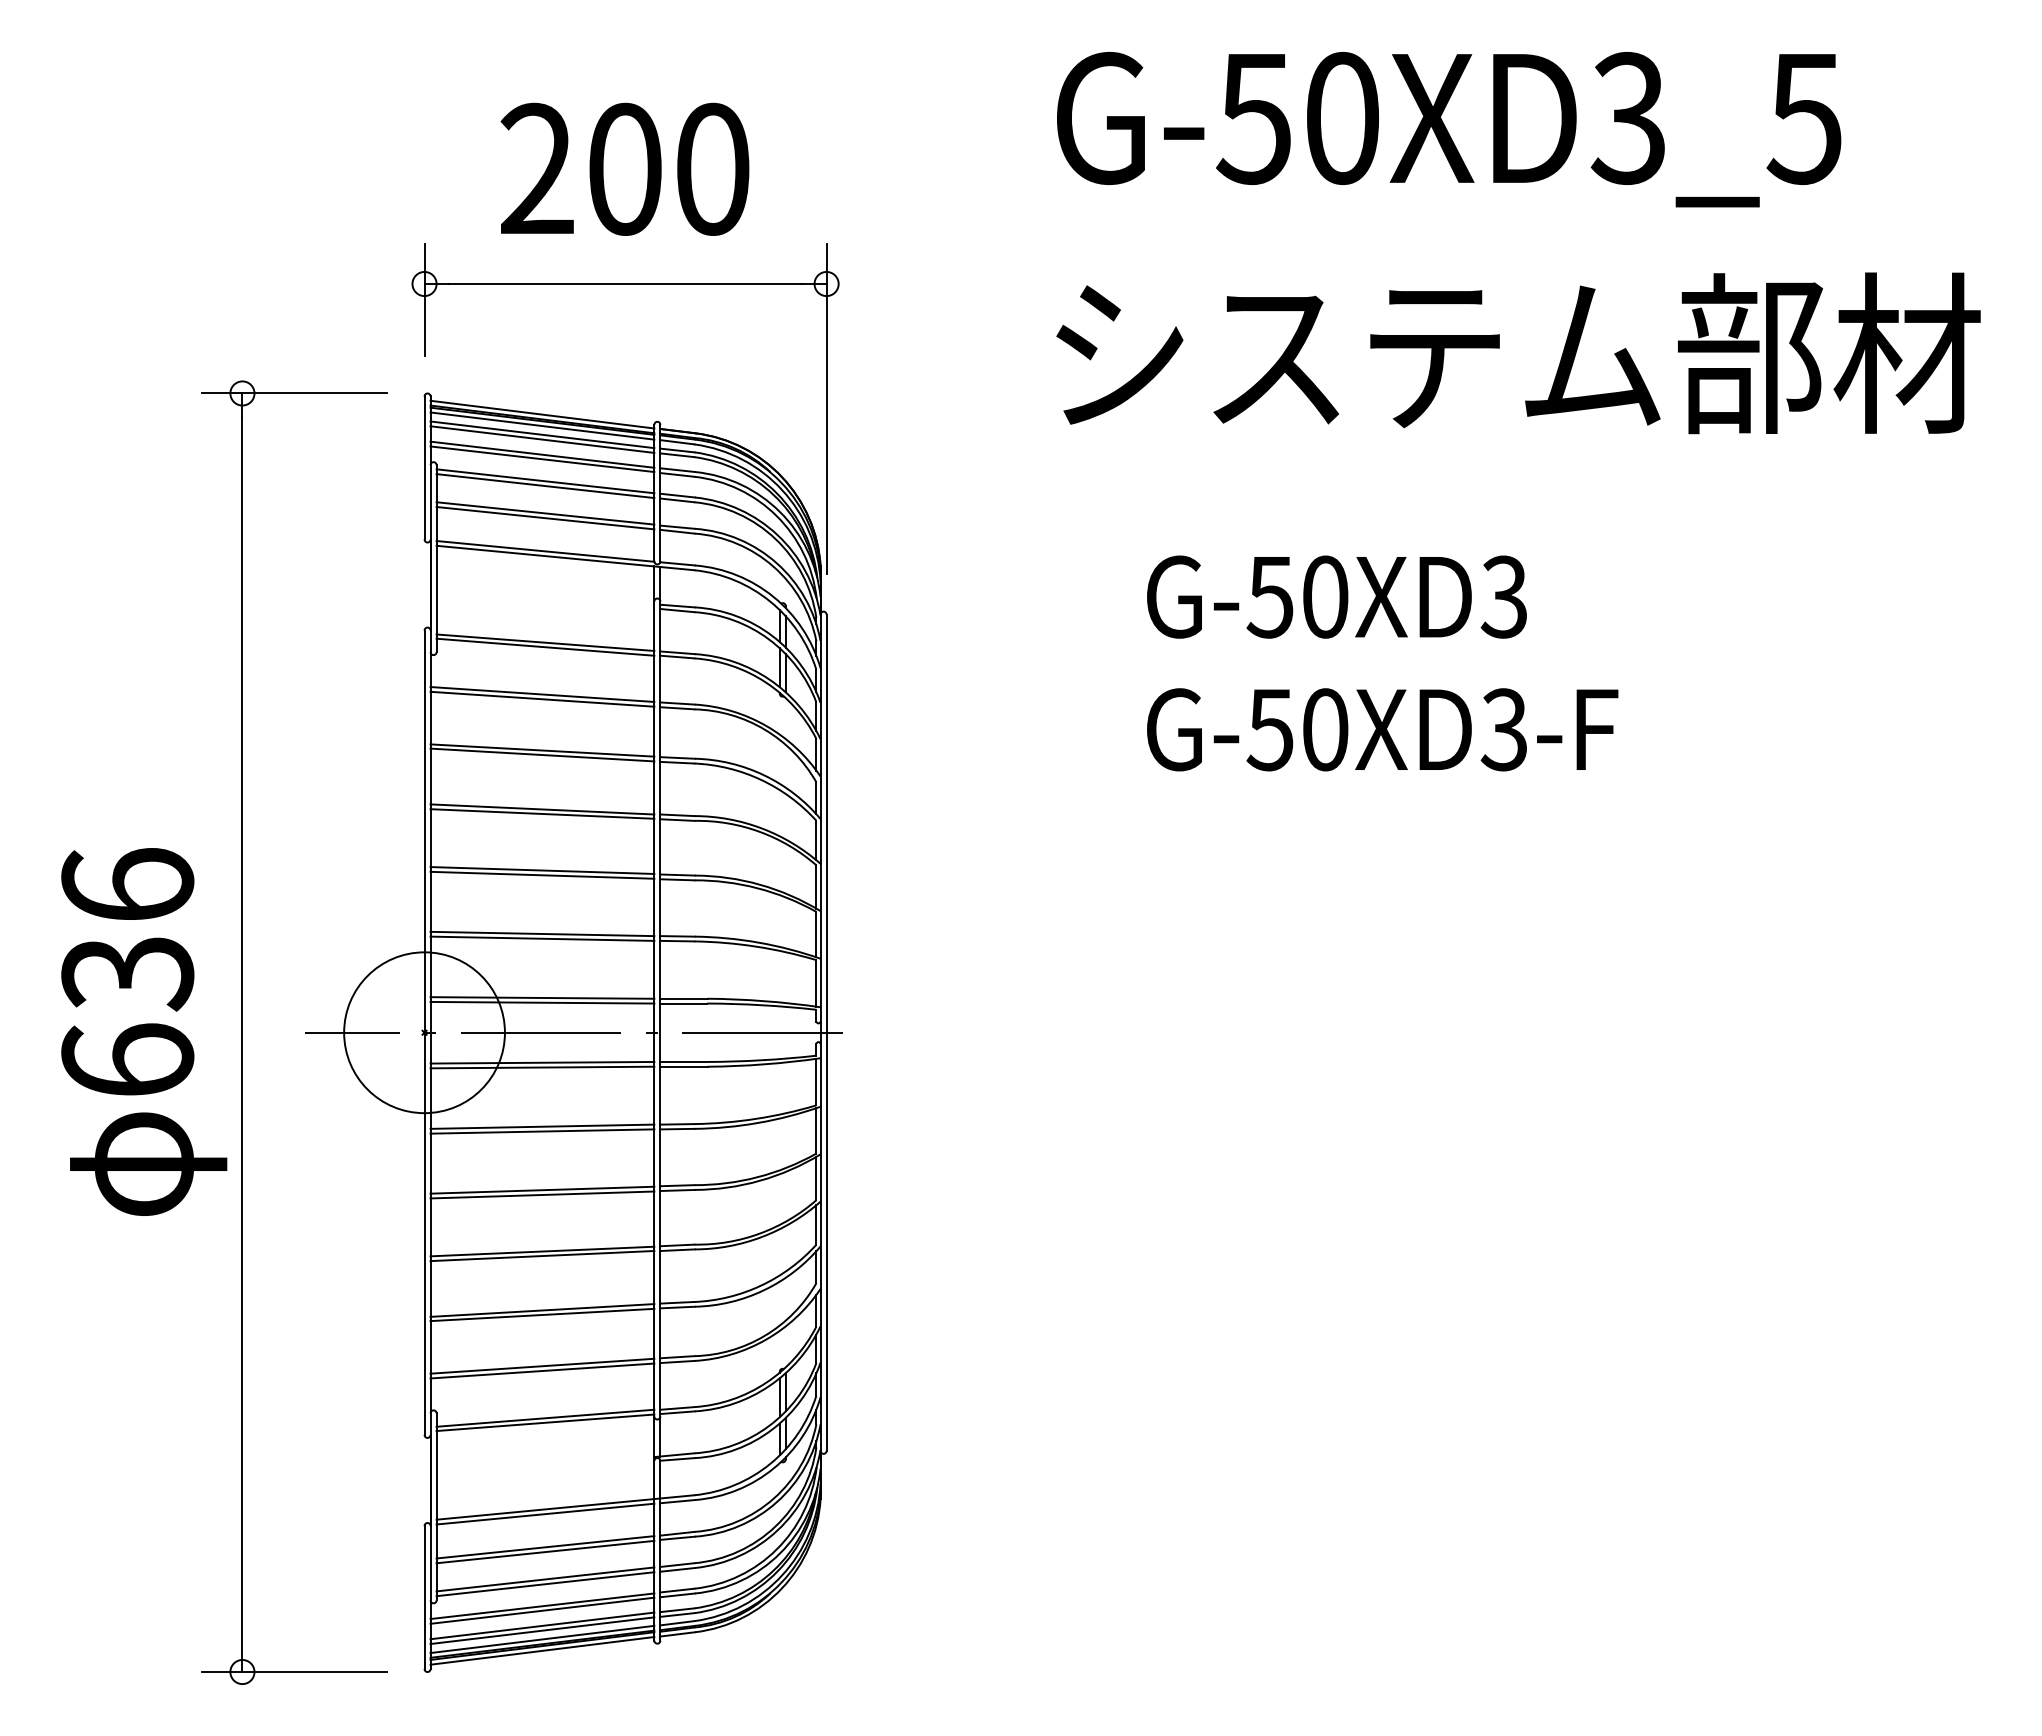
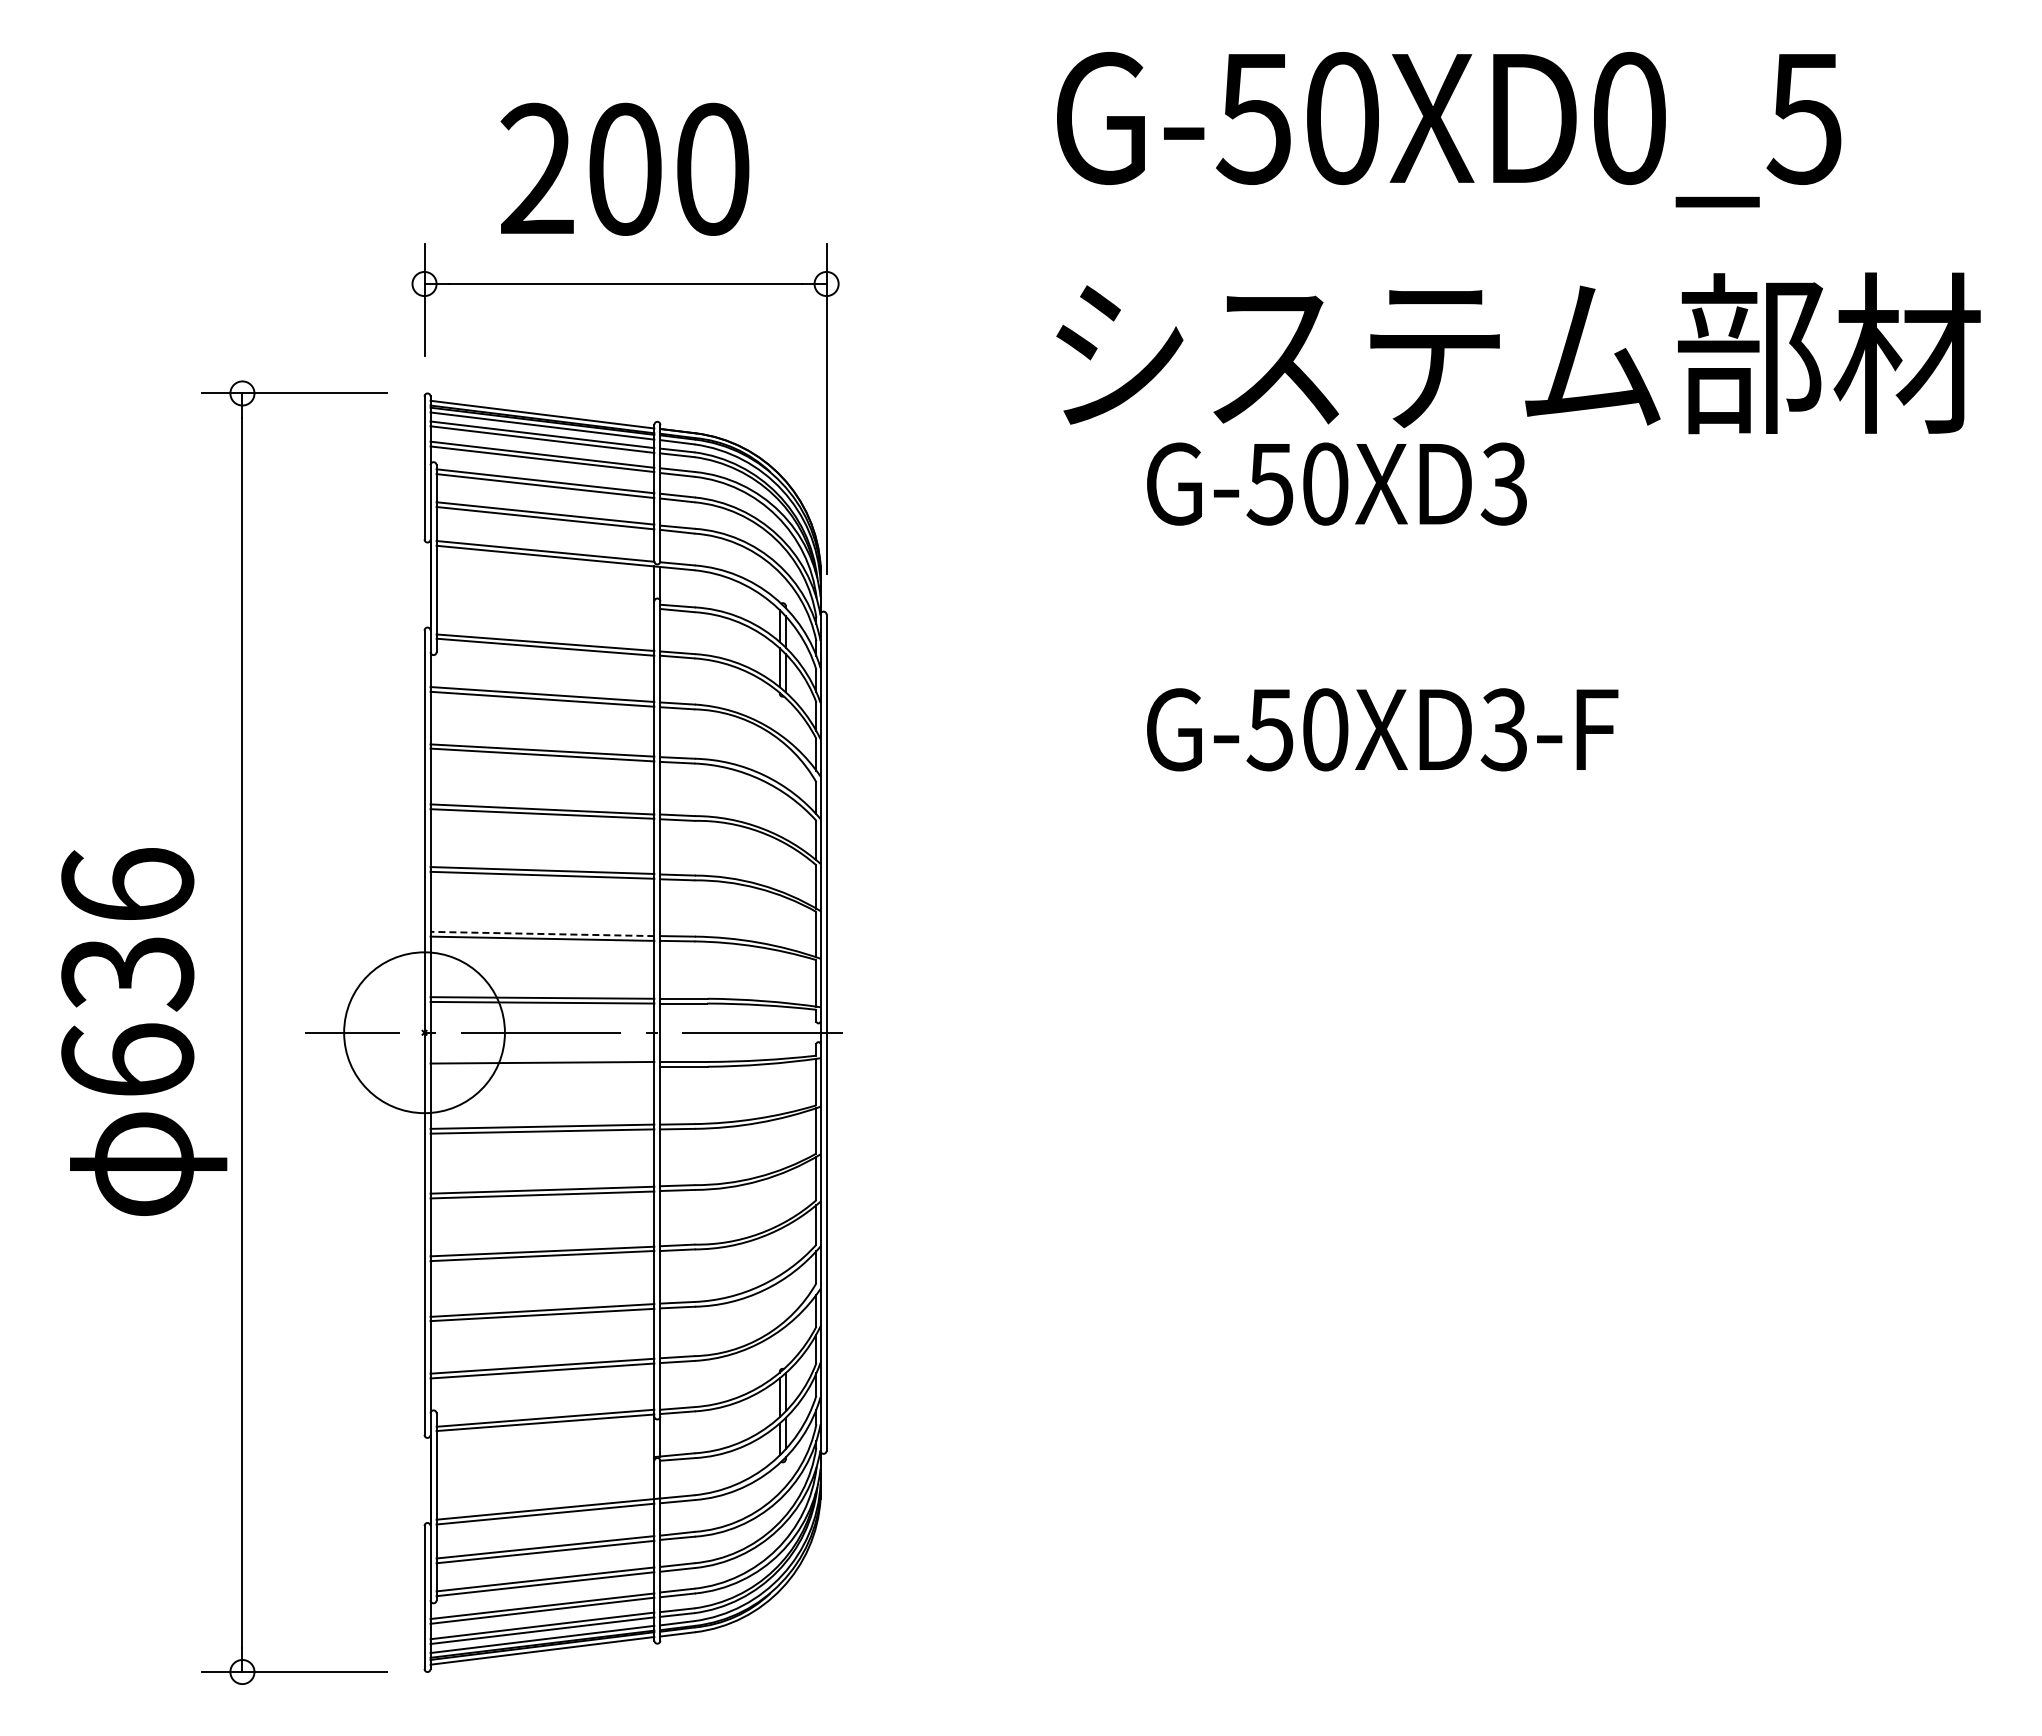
text at (1627, 117): G-50XD3_5 -> G-50XD0_5
text at (1336, 596) position: (1336, 596) -> (1336, 483)
line at (542, 933): solid -> dashed
line at (542, 1067): present -> none
